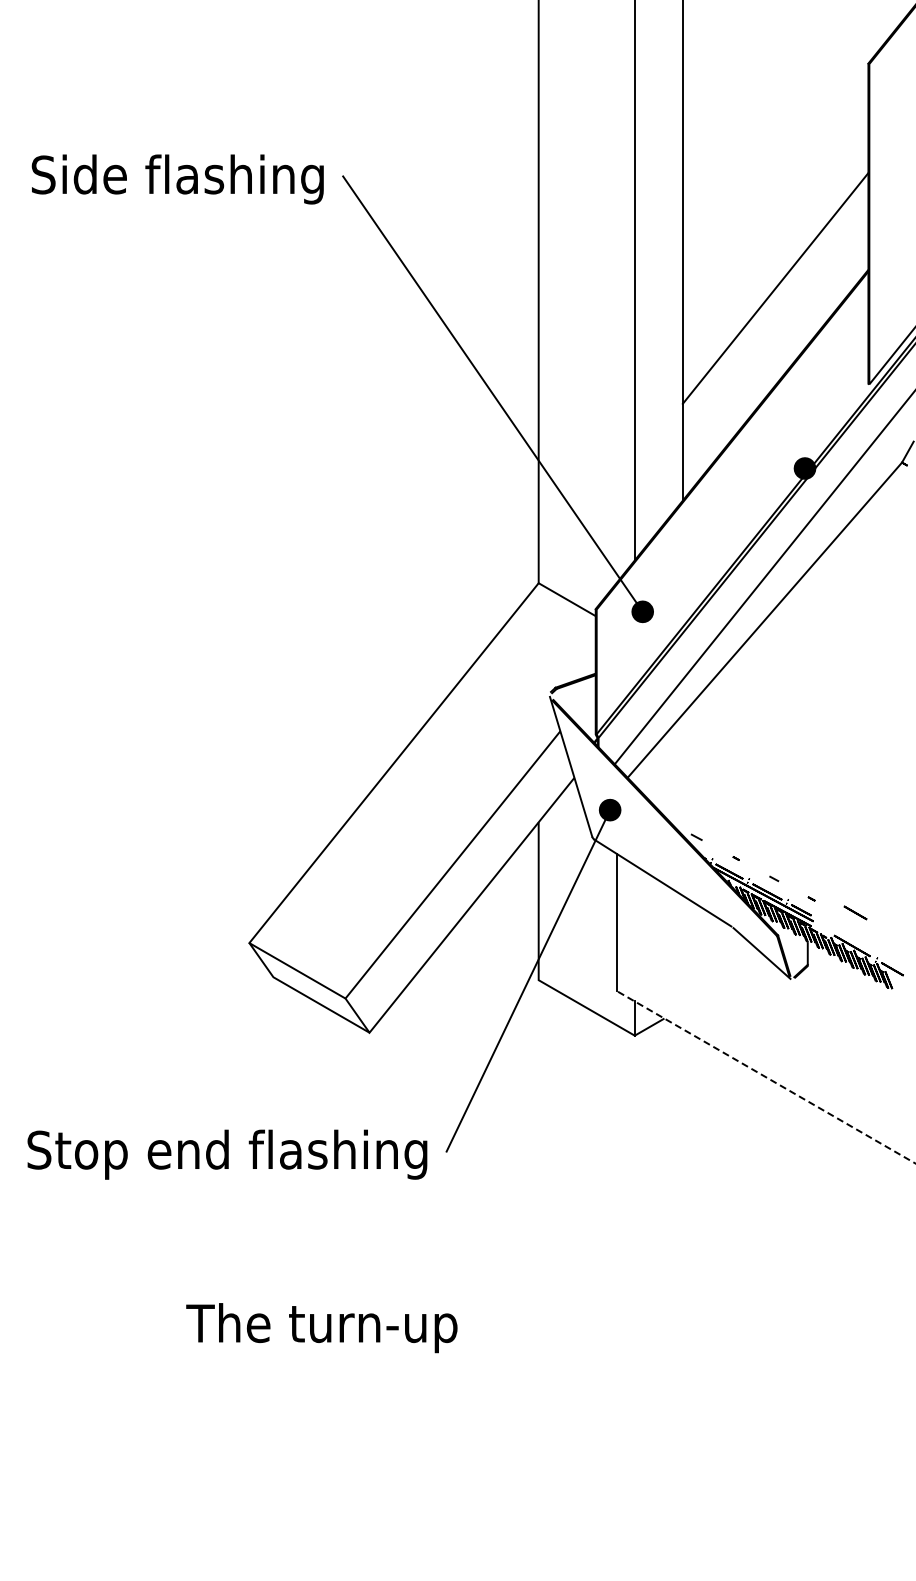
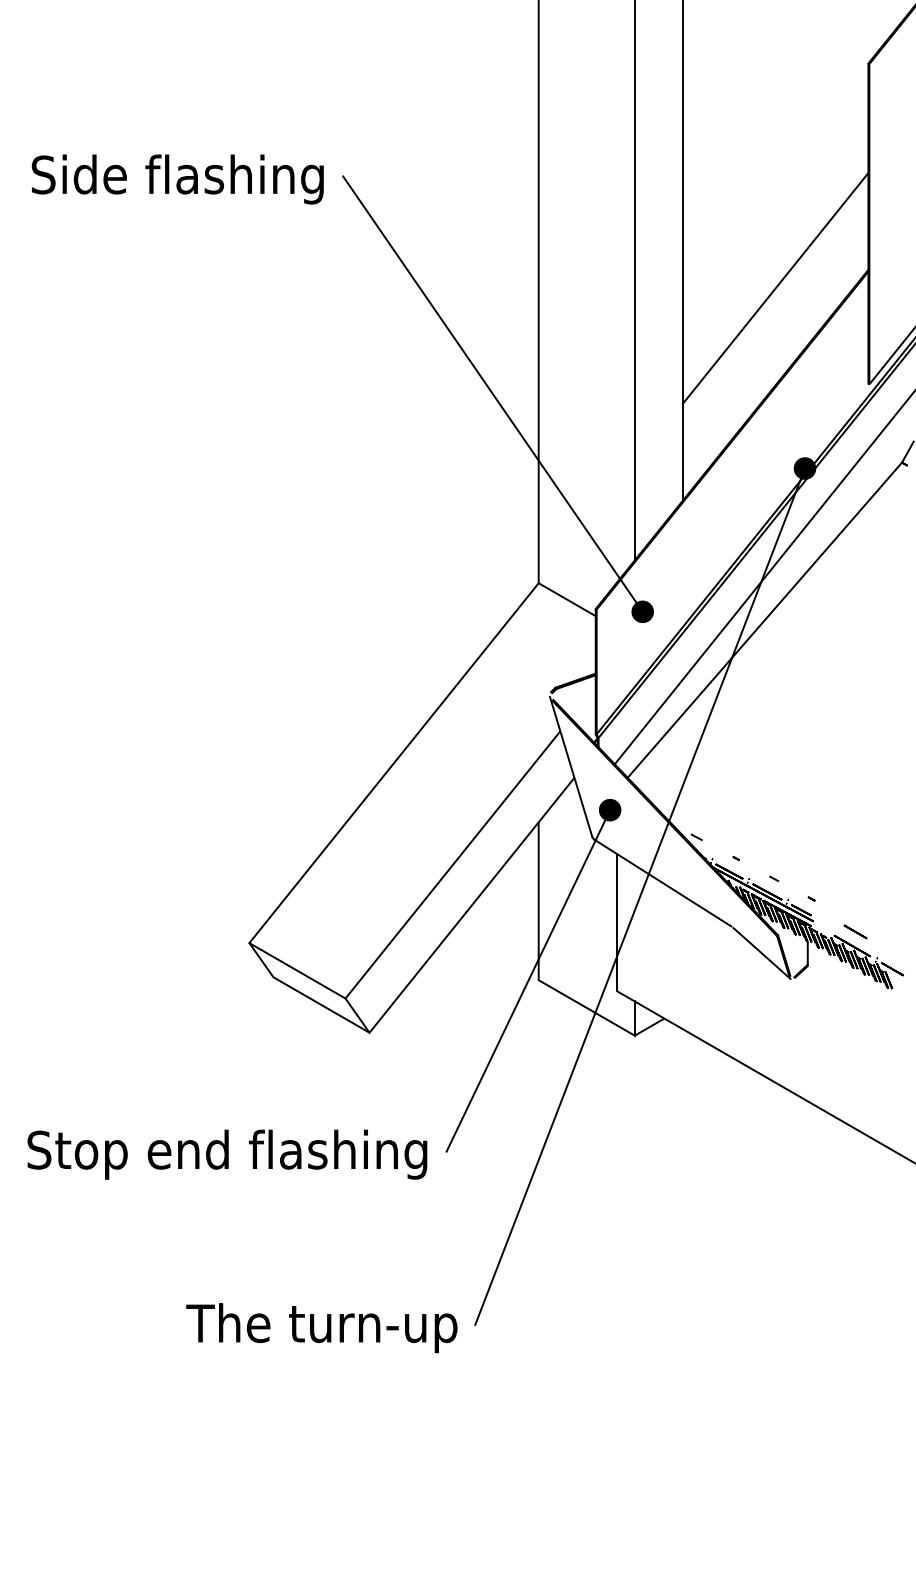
line at (637, 901): none -> present
line at (855, 912) position: (855, 912) -> (855, 931)
line at (766, 1077): dashed -> solid
